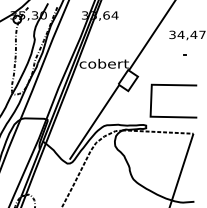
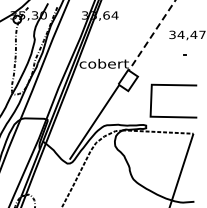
line at (152, 35): solid -> dashed
